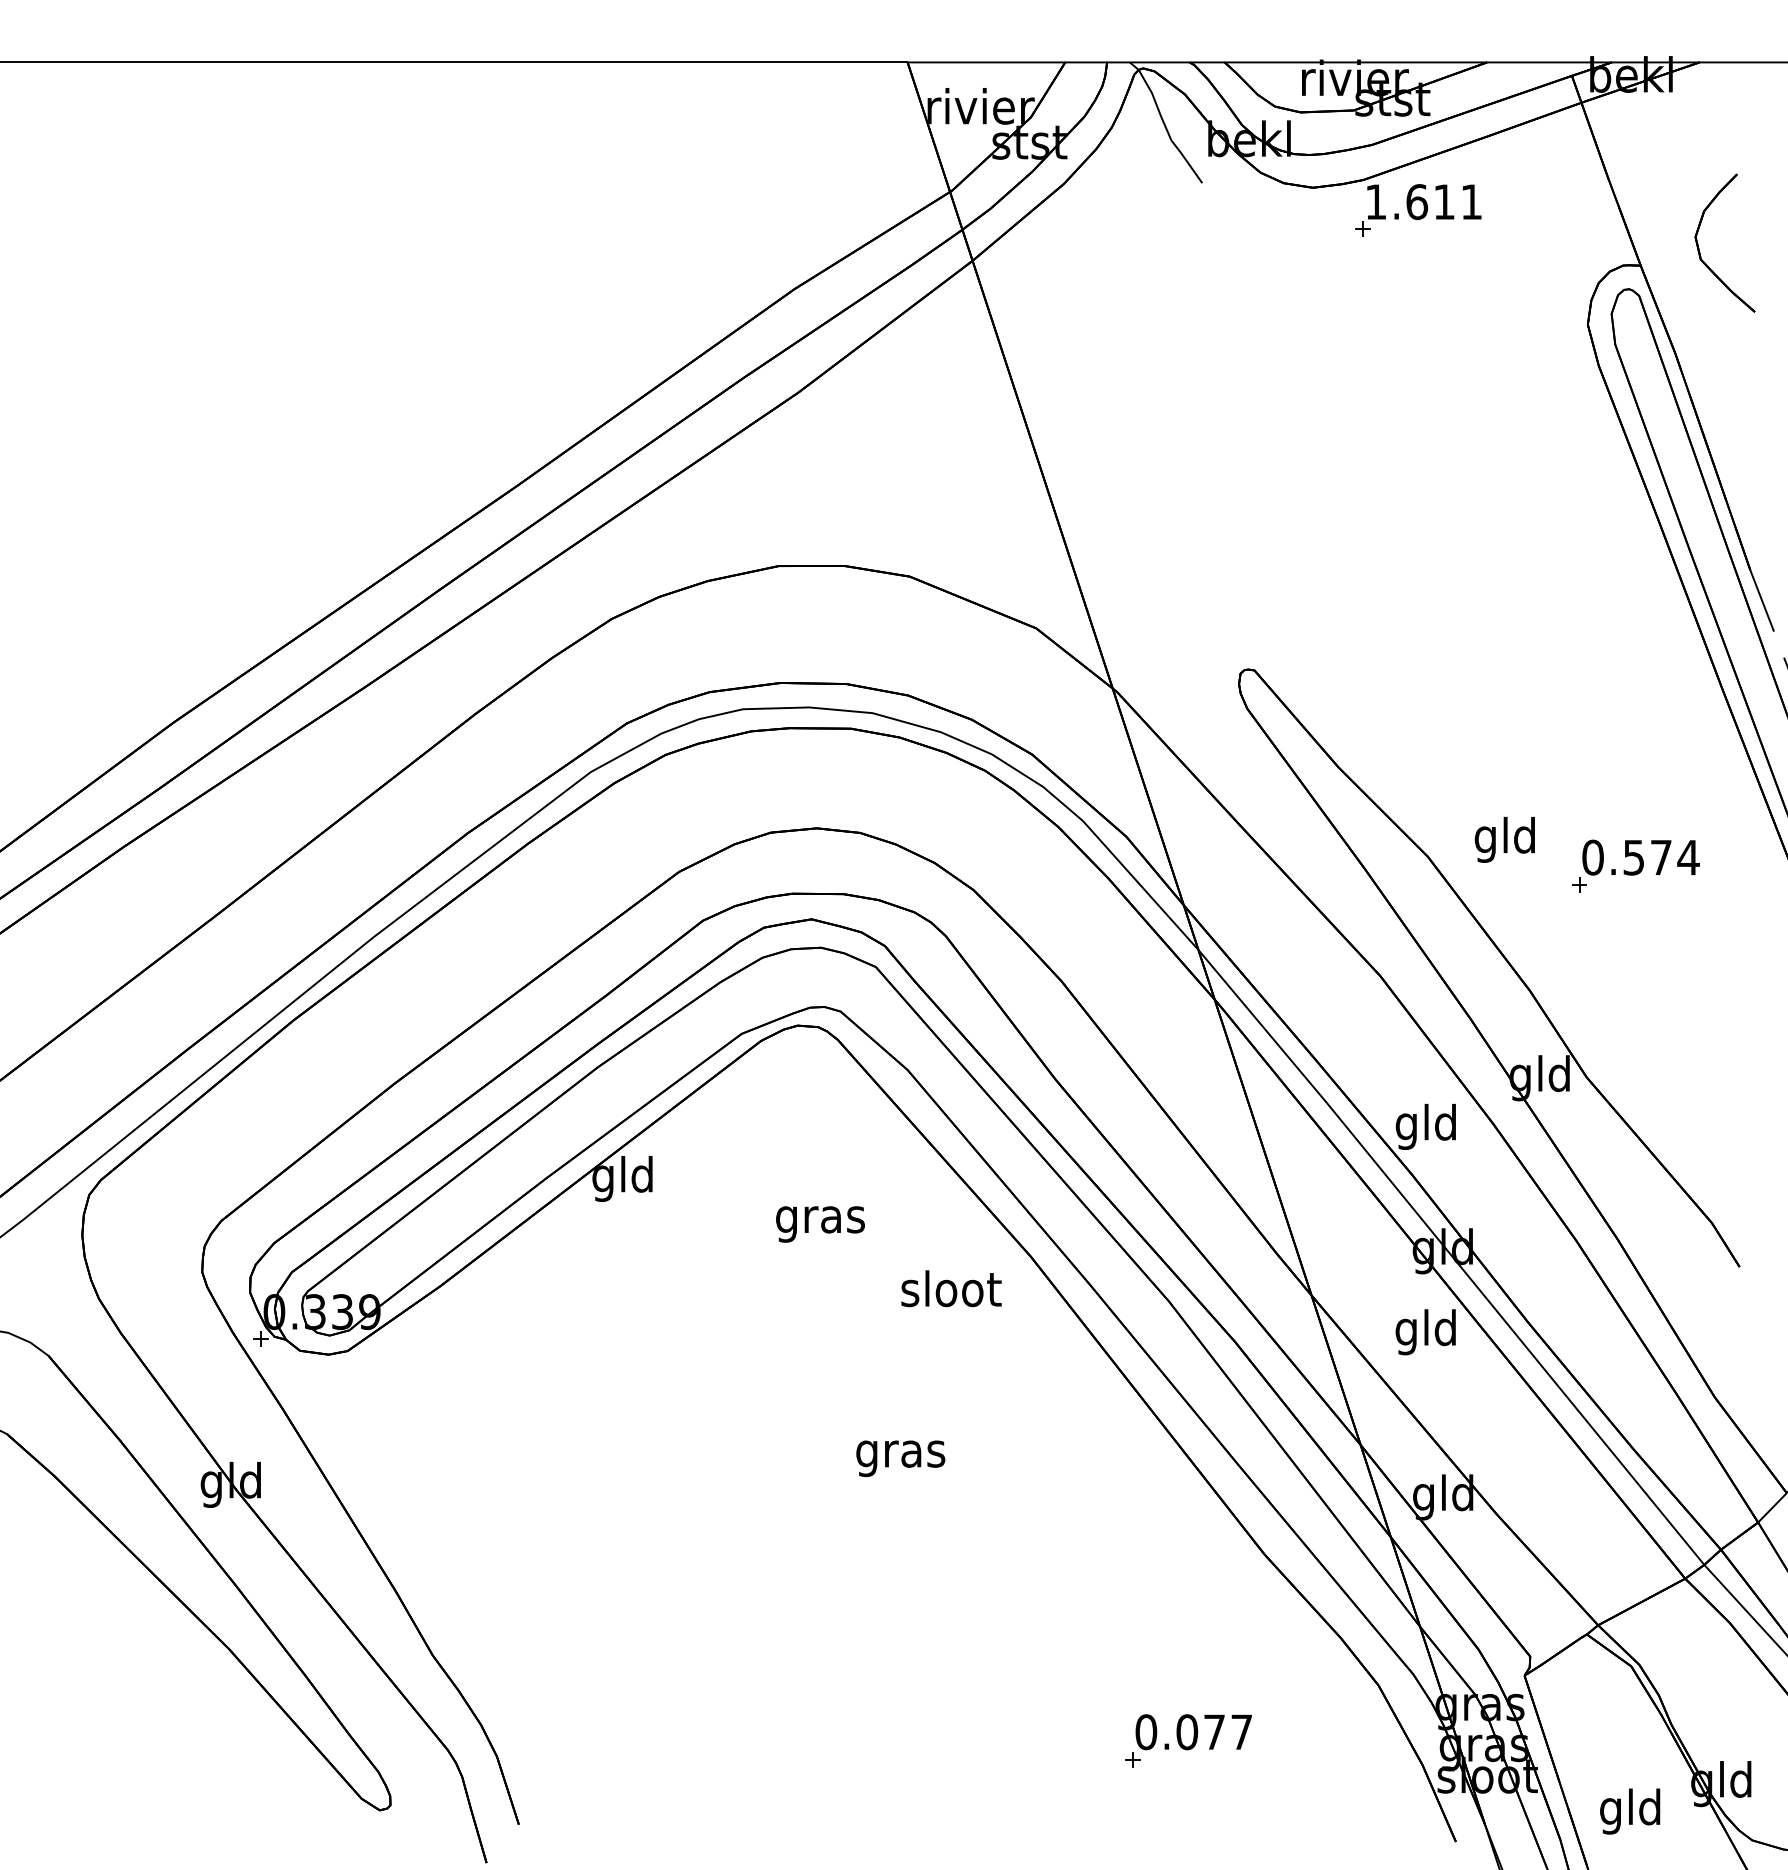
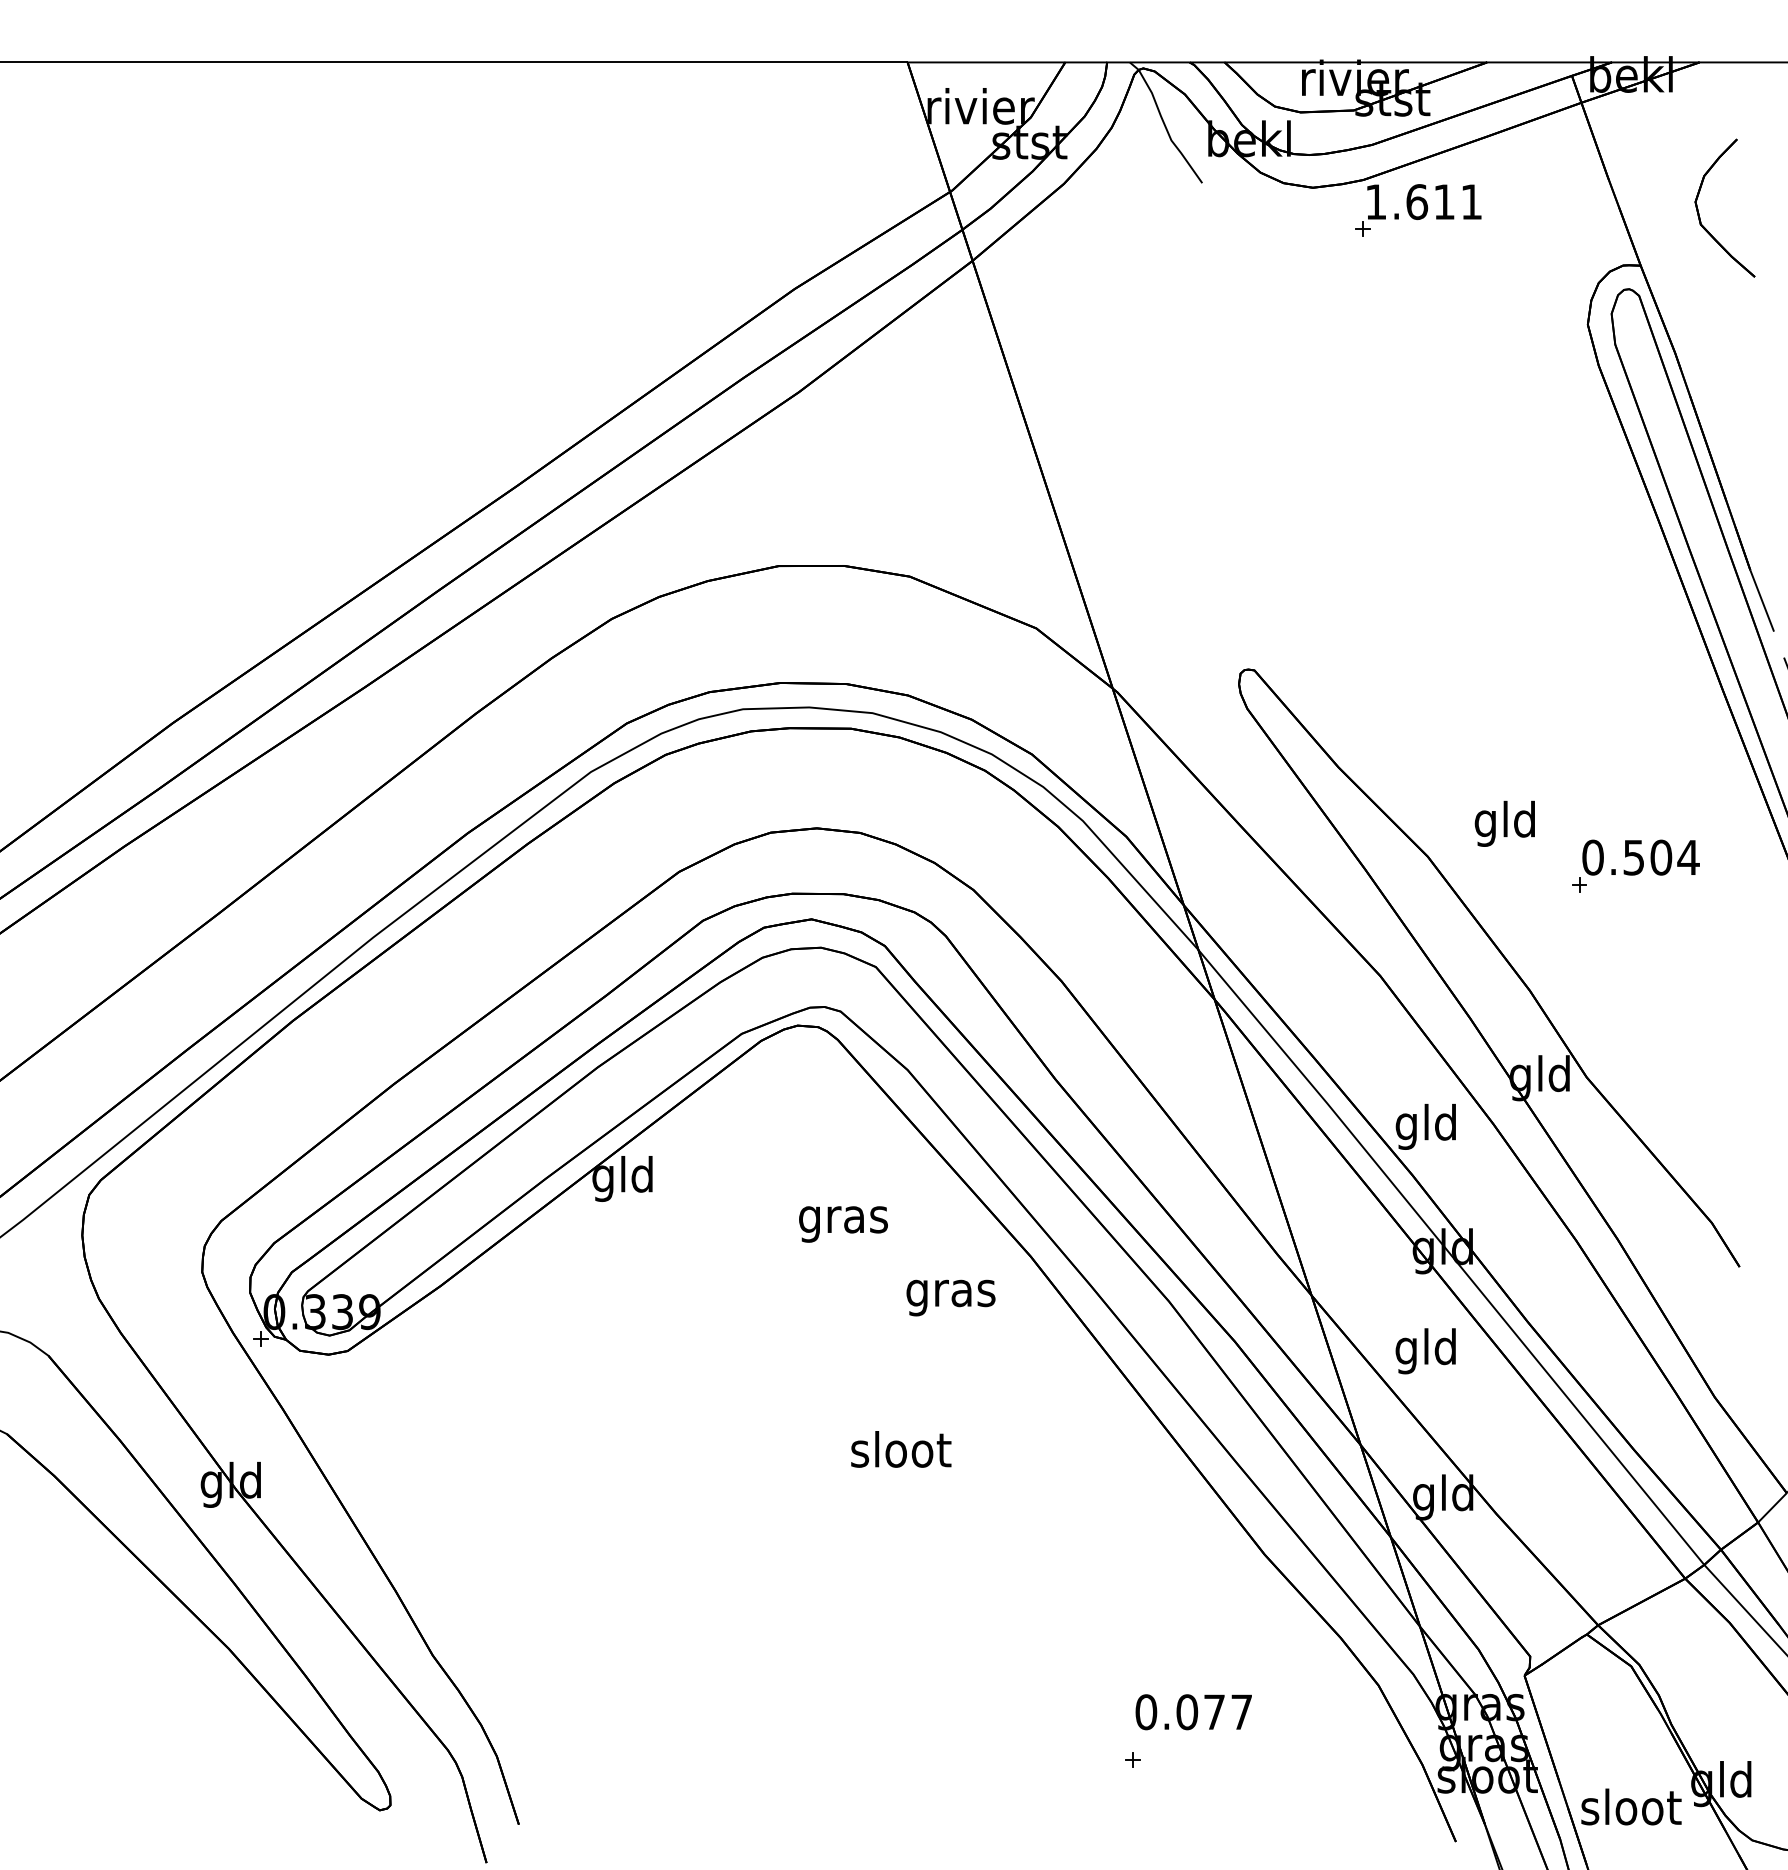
part at (1699, 248) position: (1699, 248) -> (1699, 213)
text at (1504, 839) position: (1504, 839) -> (1504, 823)
text at (1661, 857): 0.574 -> 0.504
text at (820, 1224) position: (820, 1224) -> (843, 1224)
text at (951, 1293): sloot -> gras
text at (1425, 1332) position: (1425, 1332) -> (1425, 1351)
text at (901, 1454): gras -> sloot
text at (1193, 1732) position: (1193, 1732) -> (1193, 1712)
text at (1631, 1811): gld -> sloot
